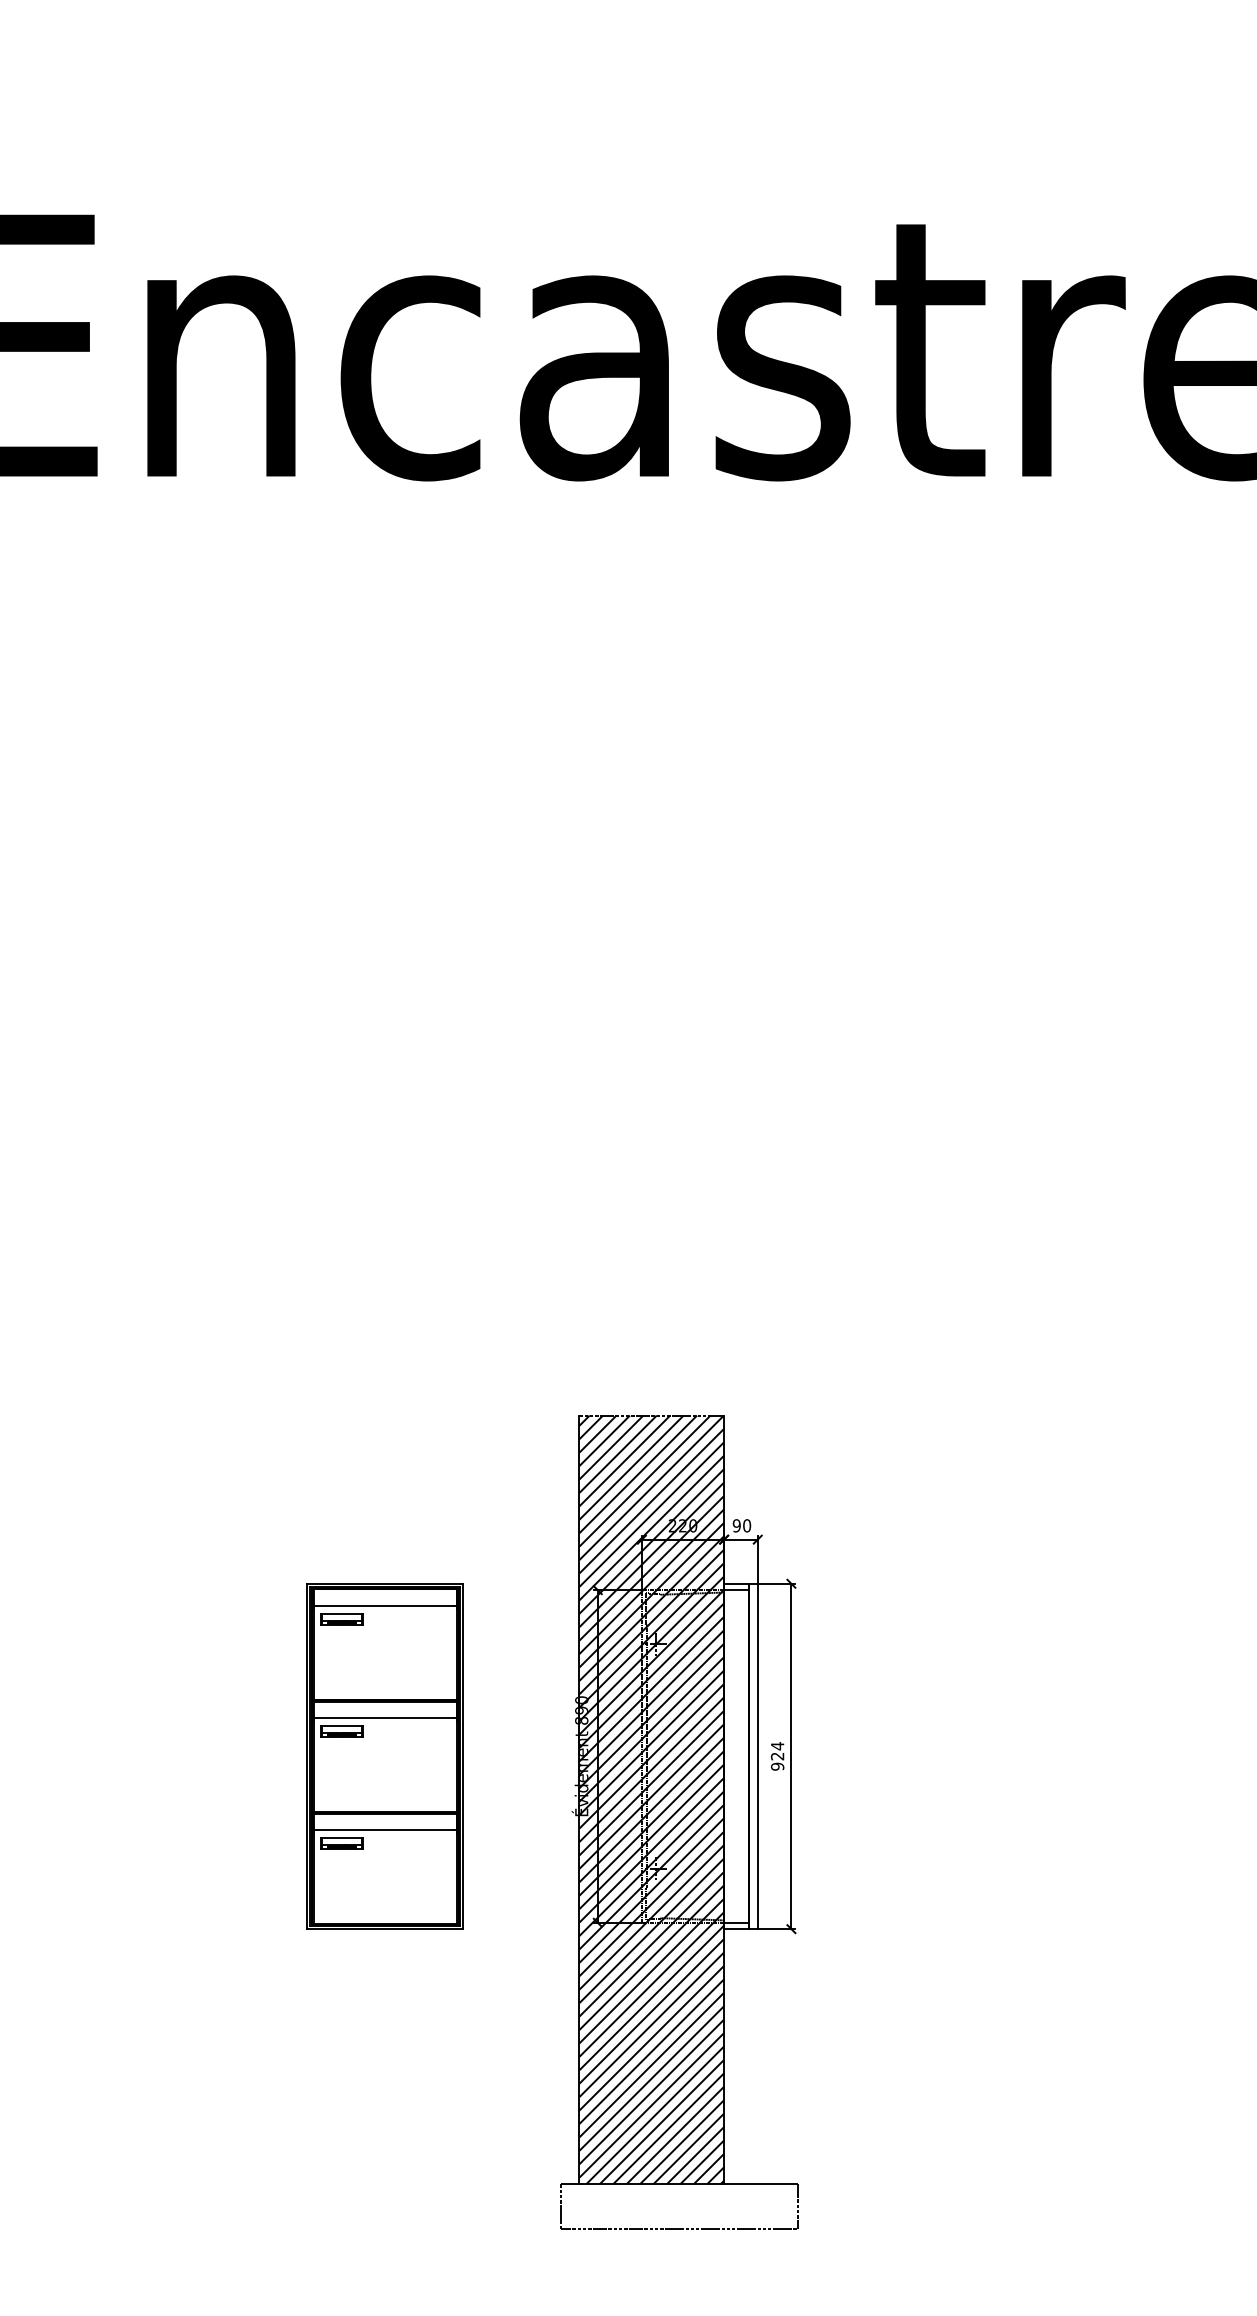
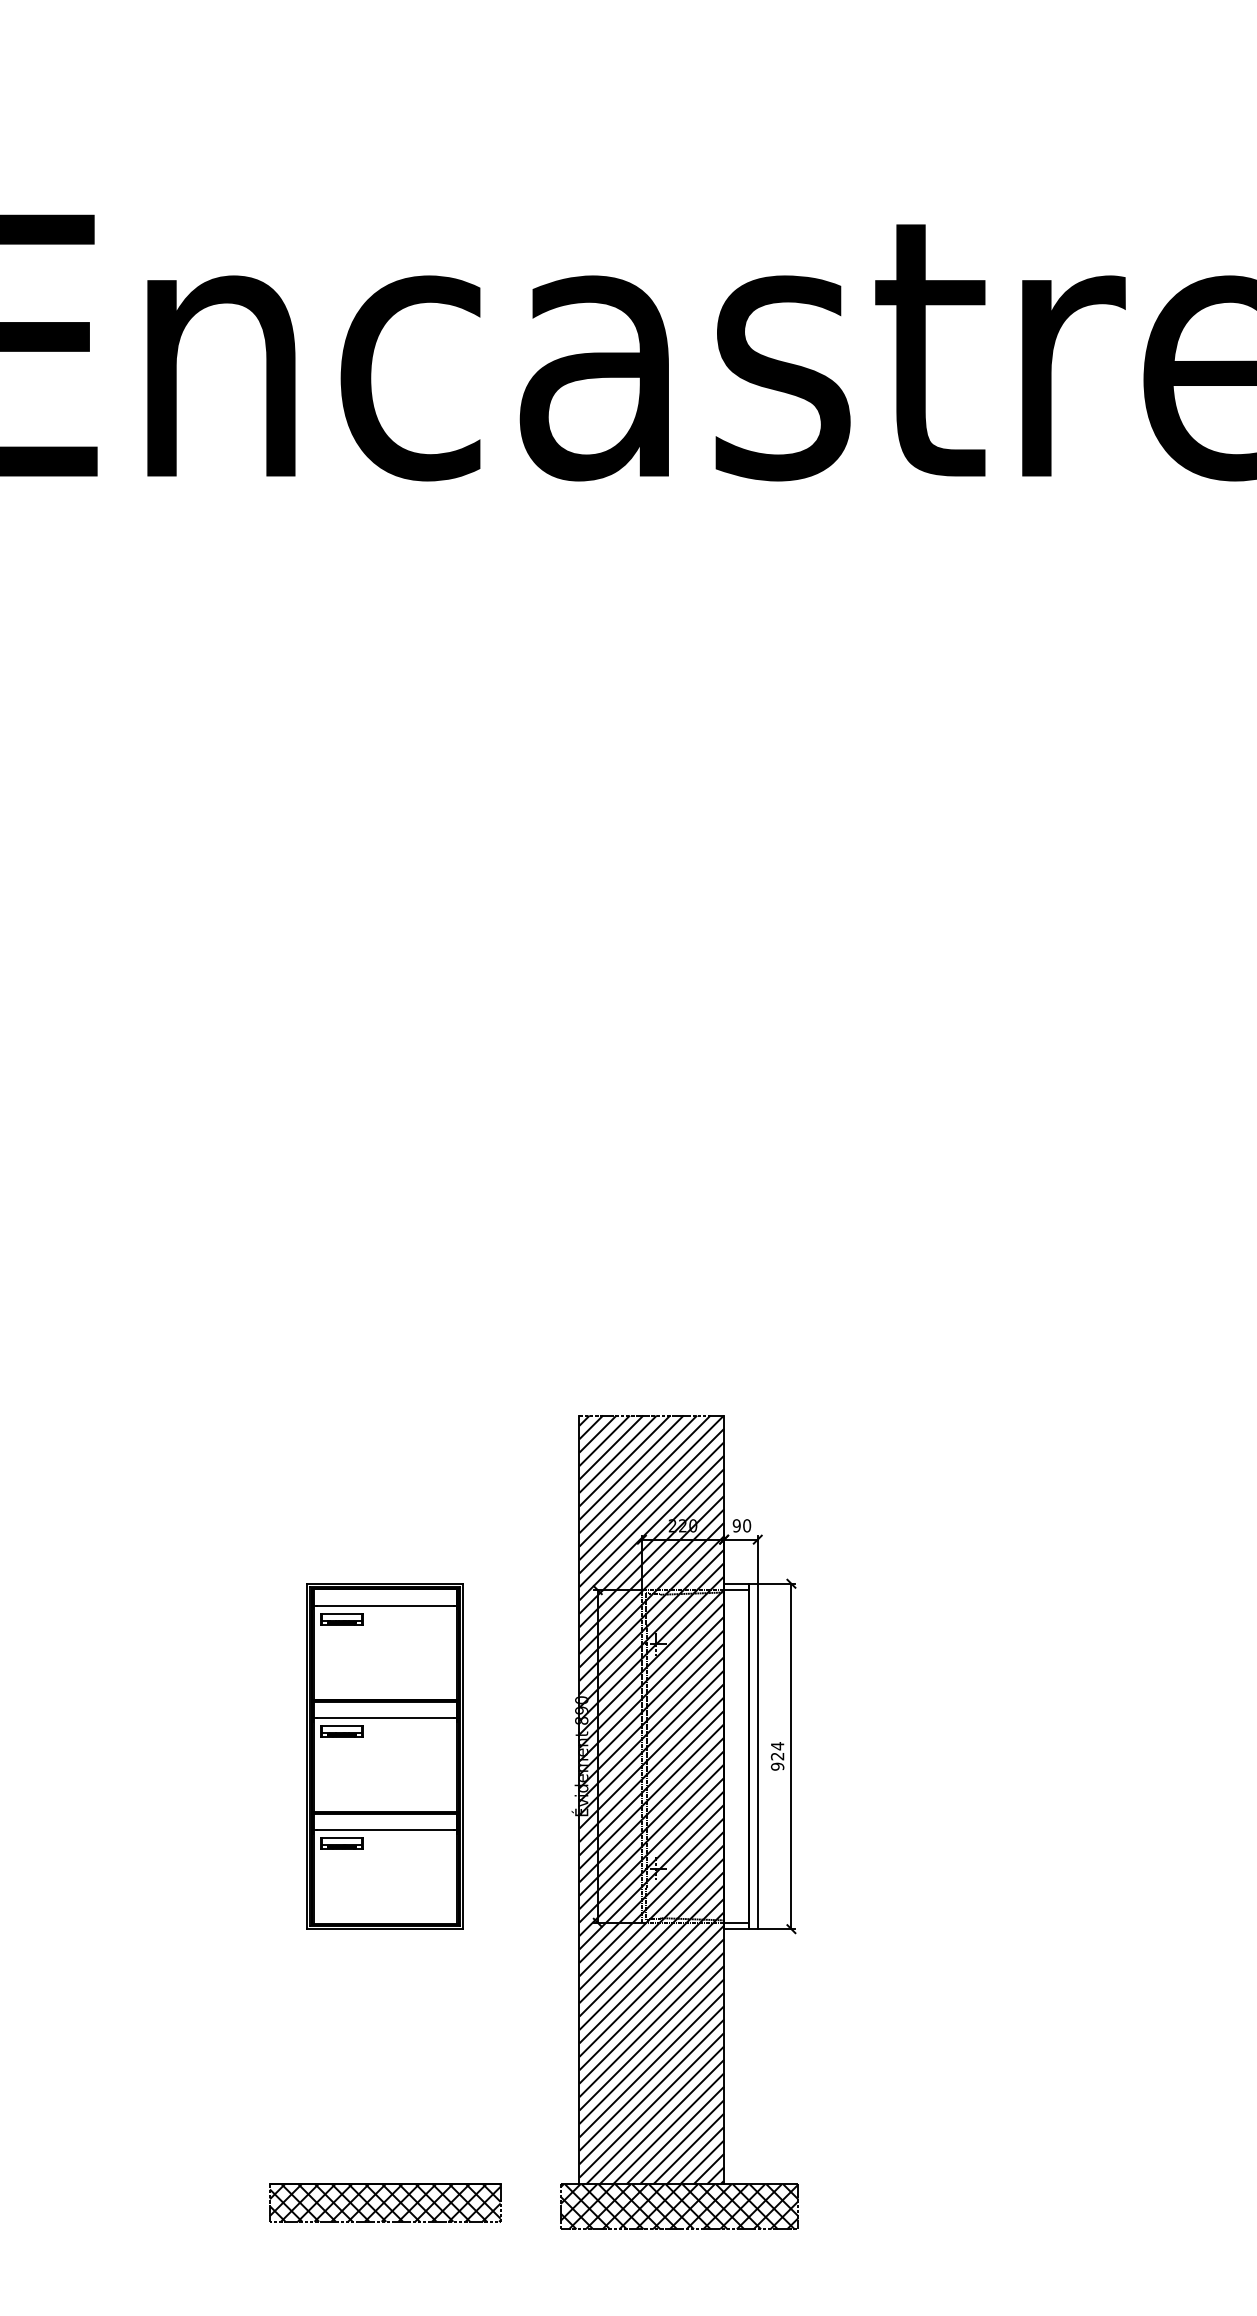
part at (385, 2202): none -> present
hatch at (679, 2206): none -> present
